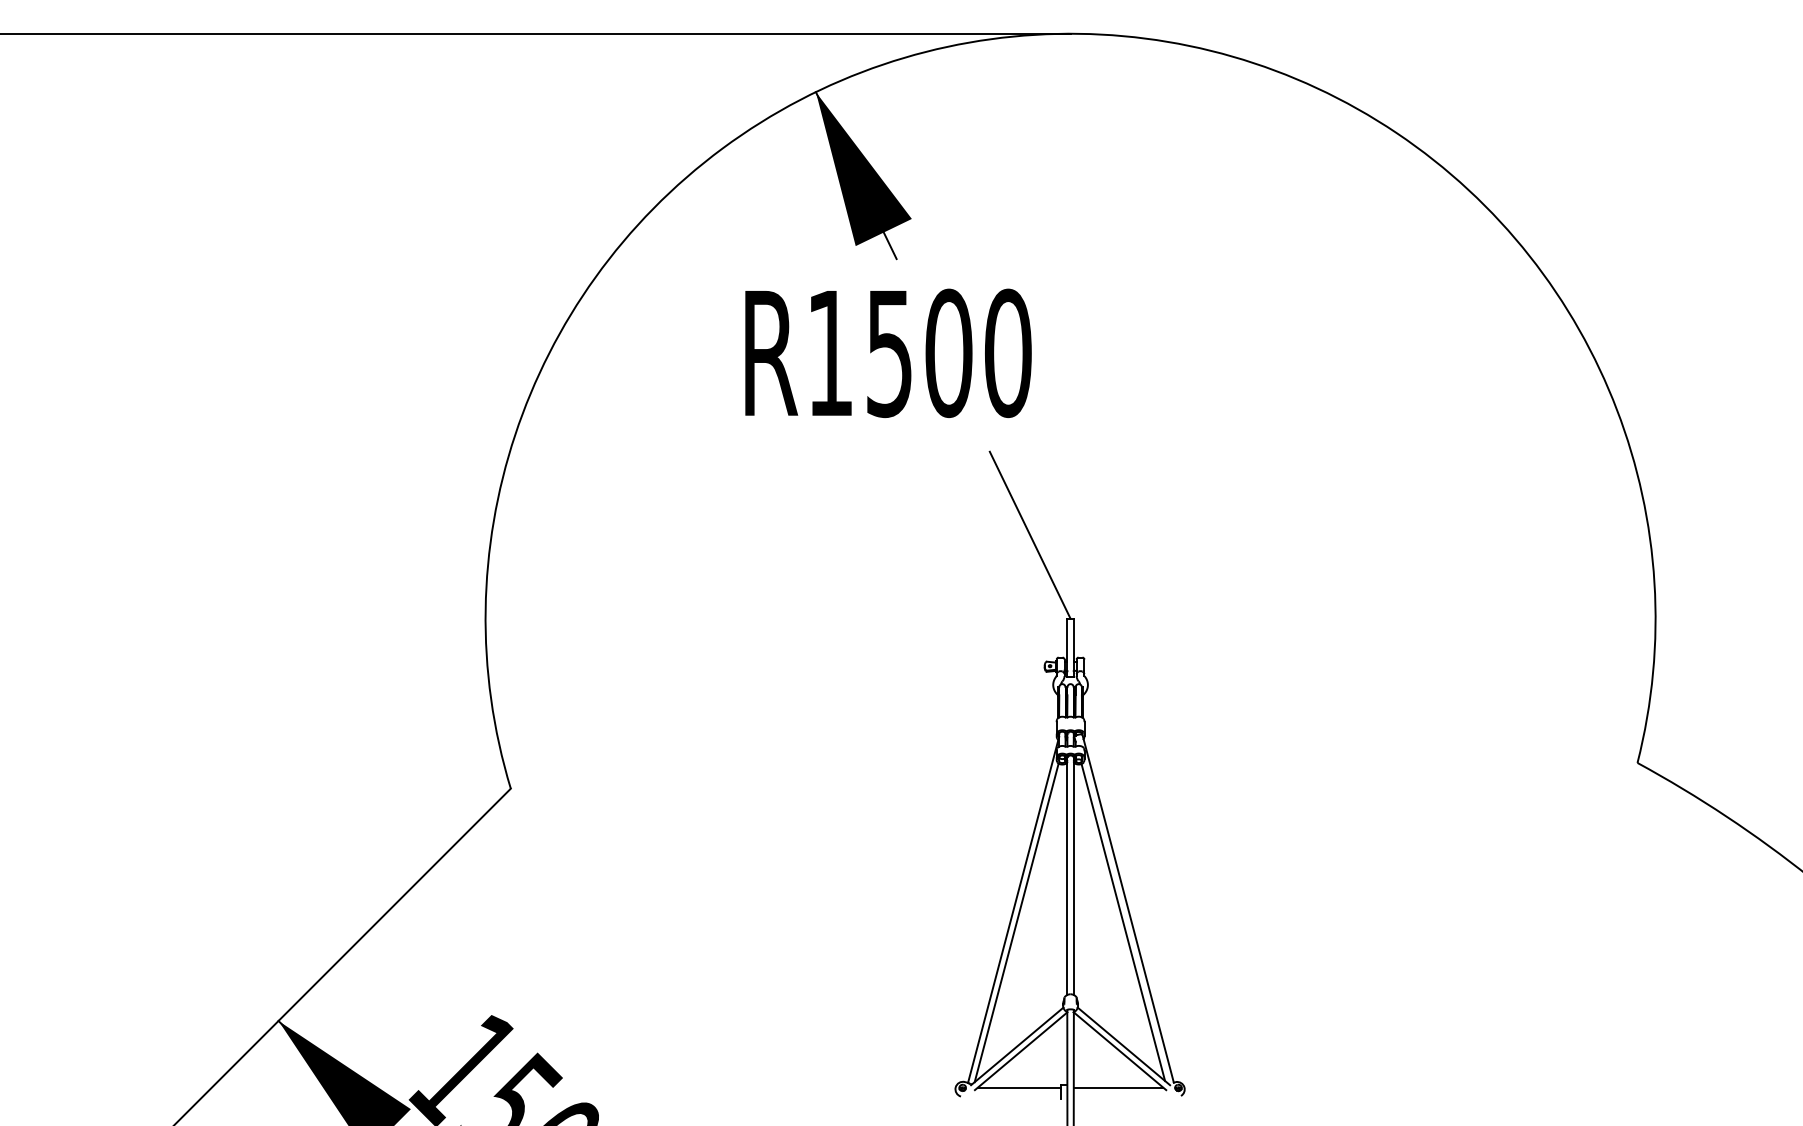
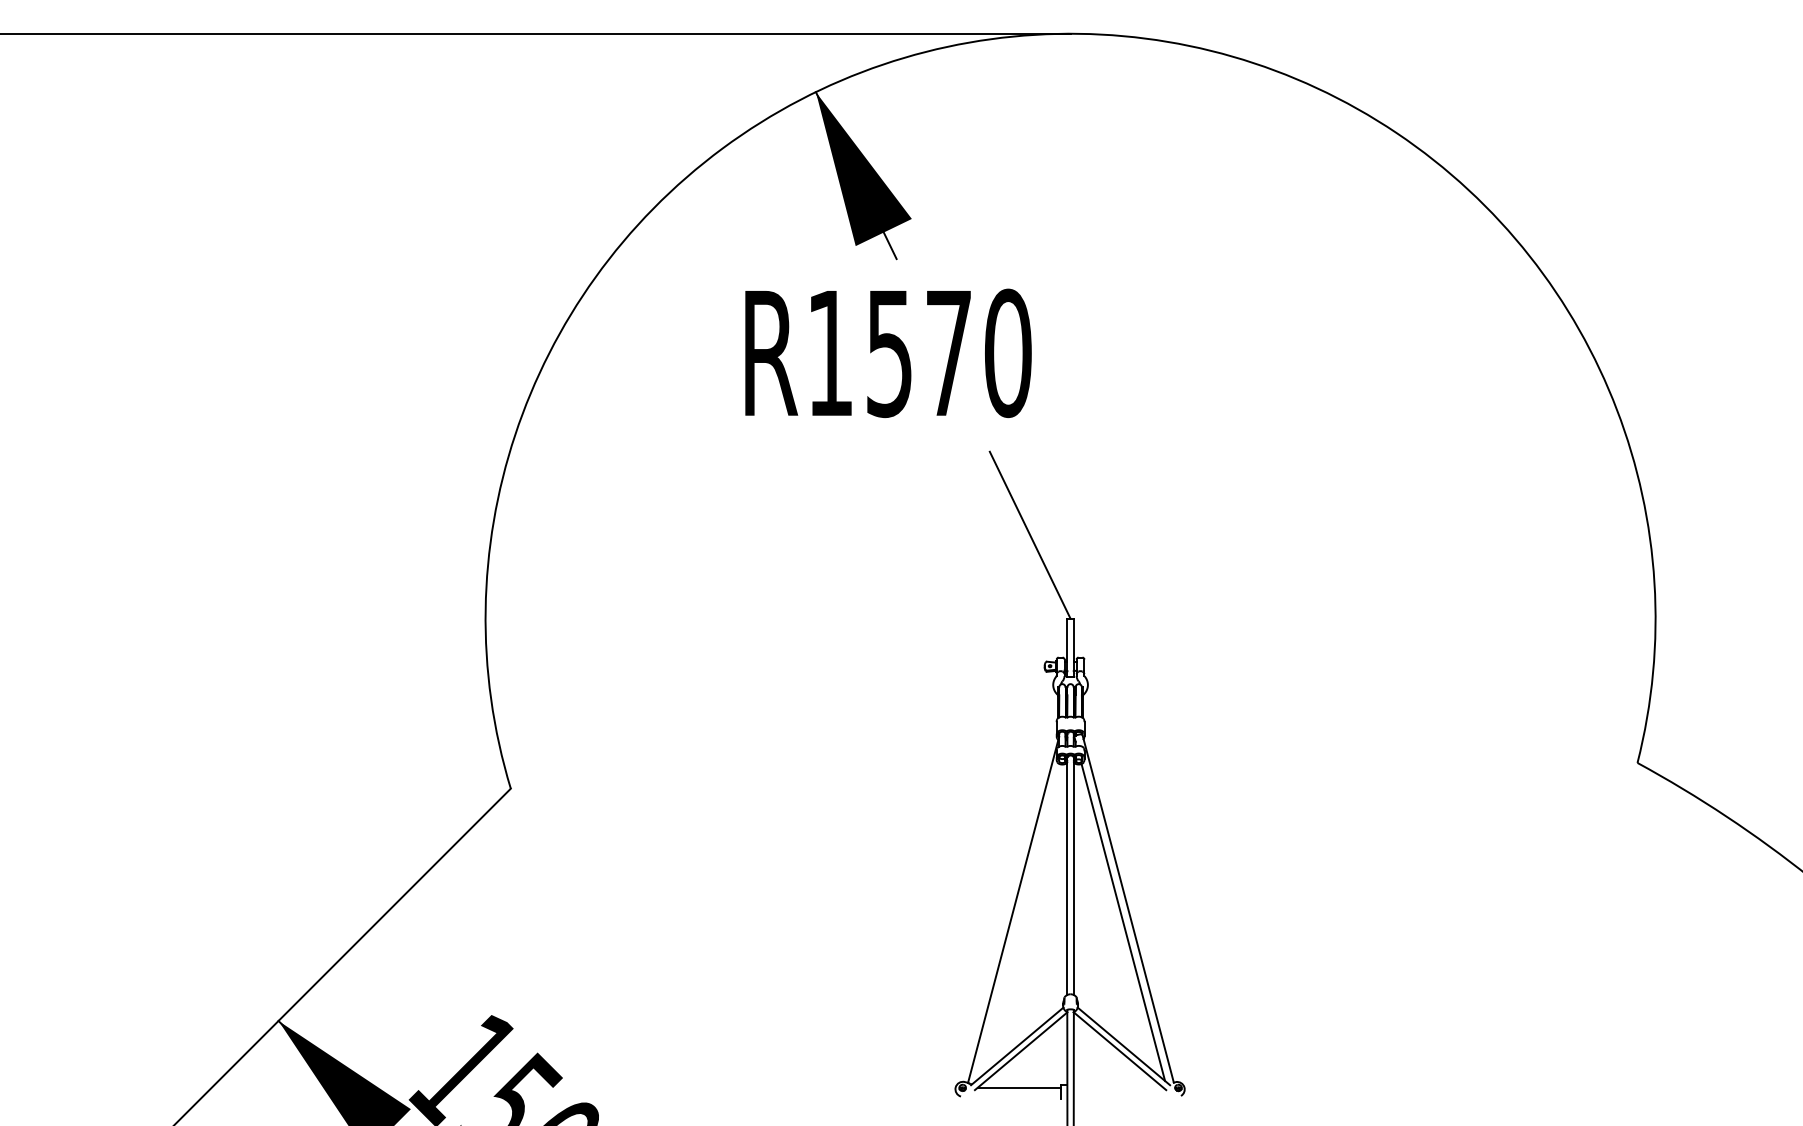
text at (948, 353): R1500 -> R1570
line at (1016, 922): present -> none
line at (1118, 1087): present -> none
